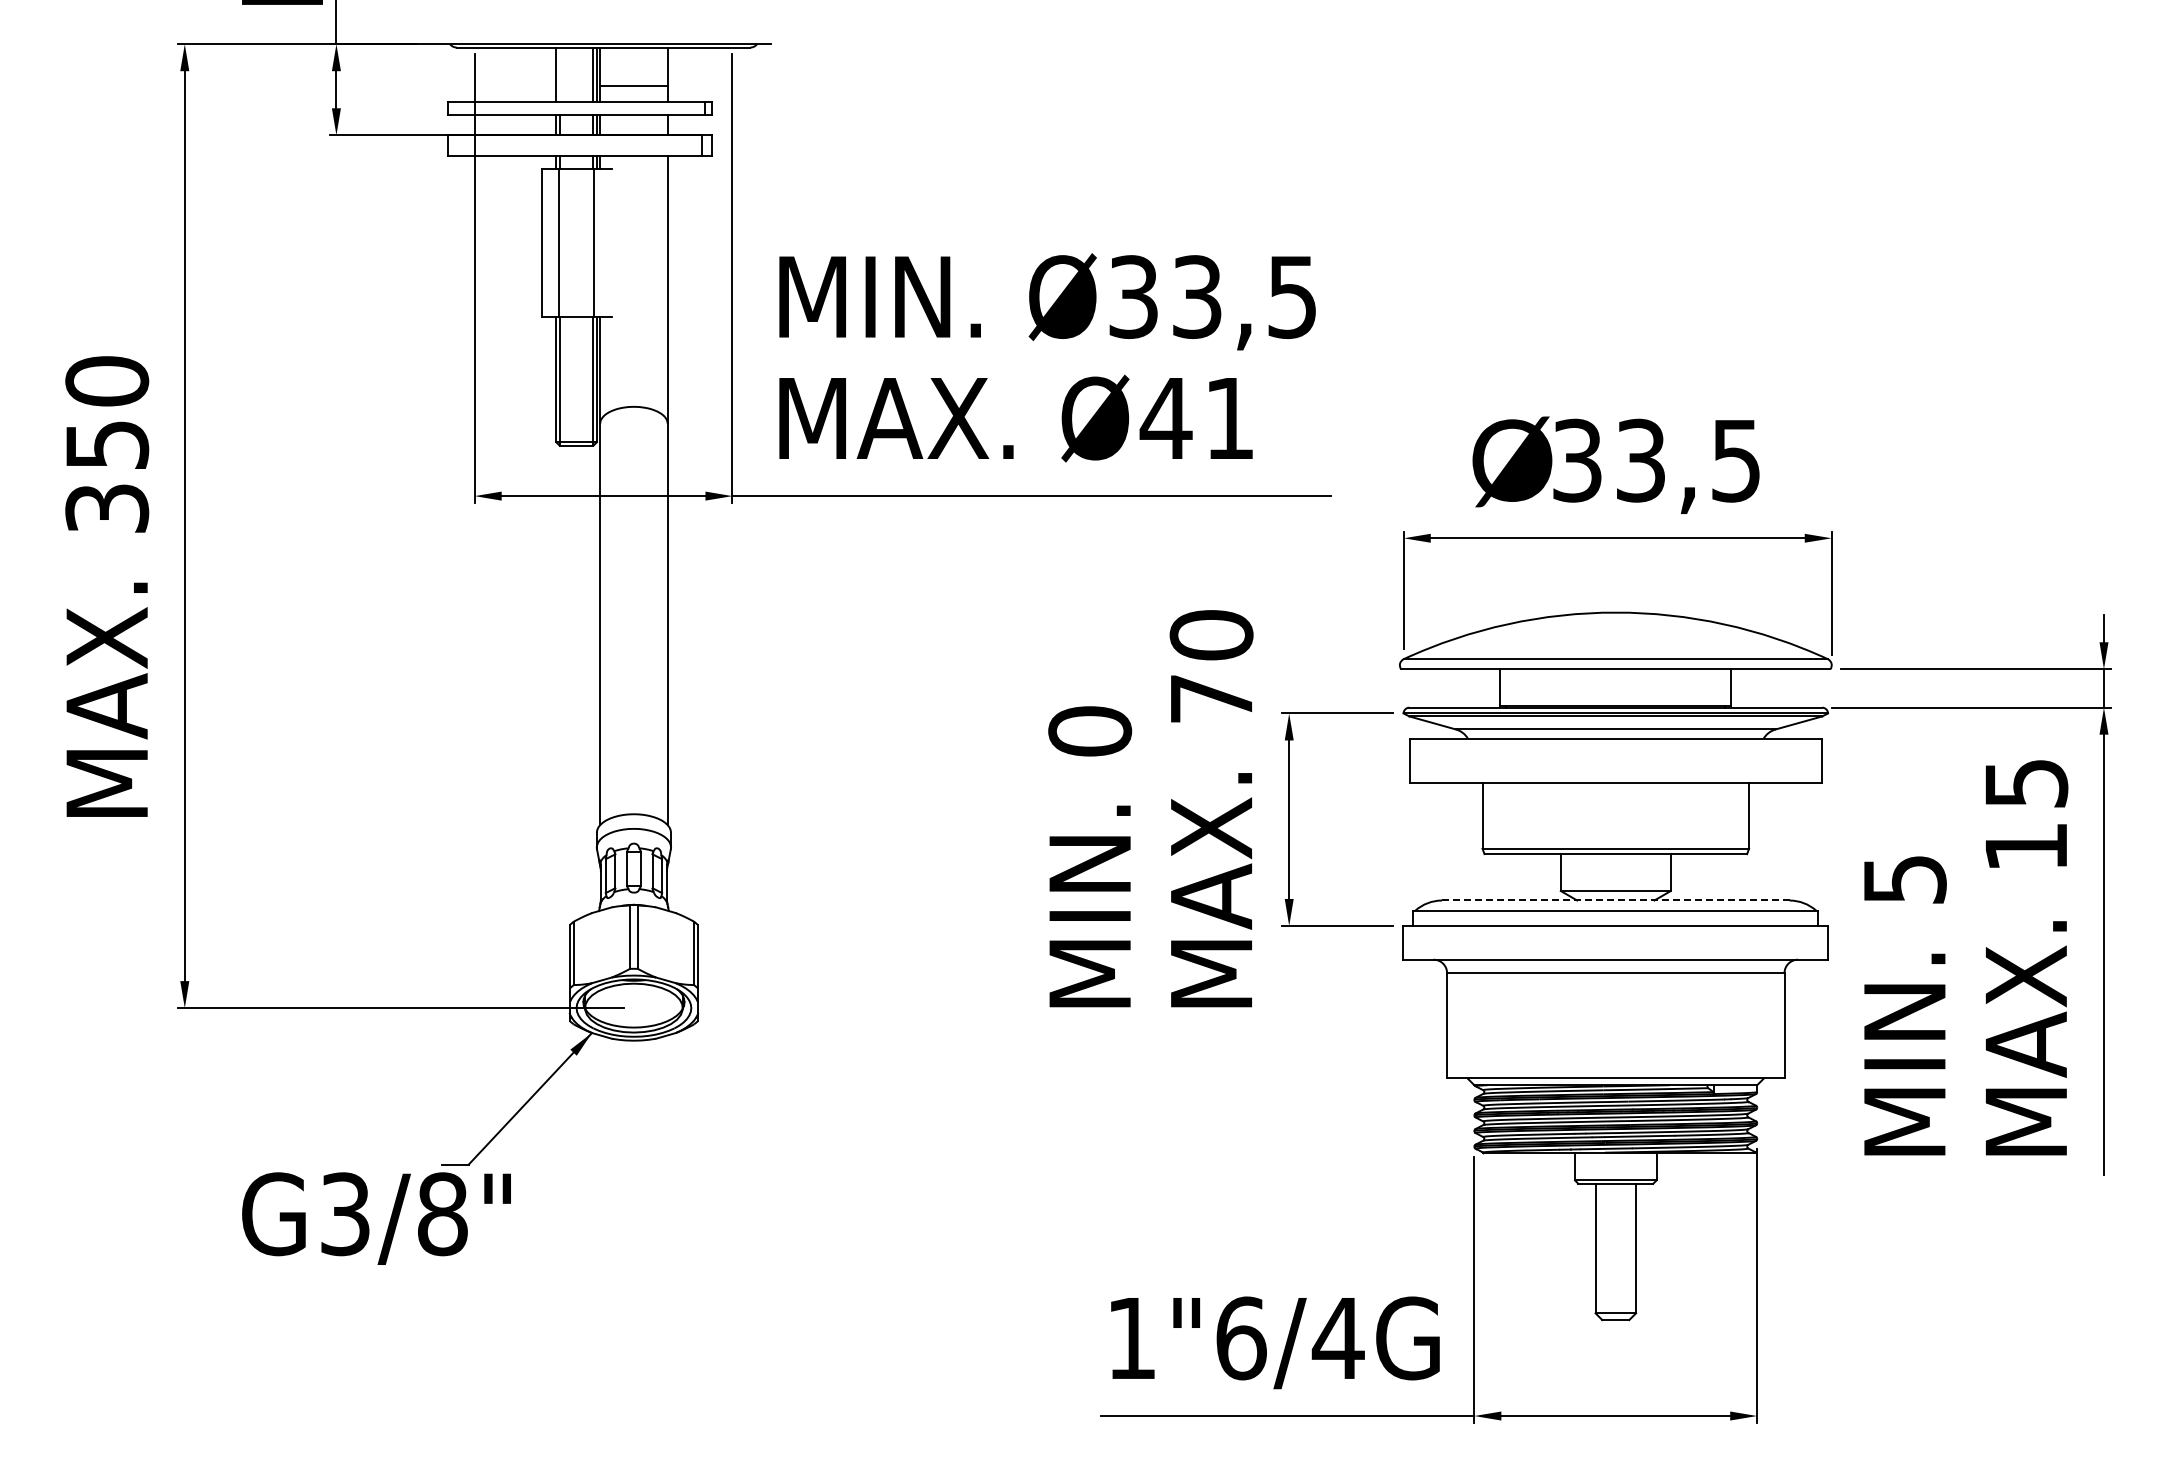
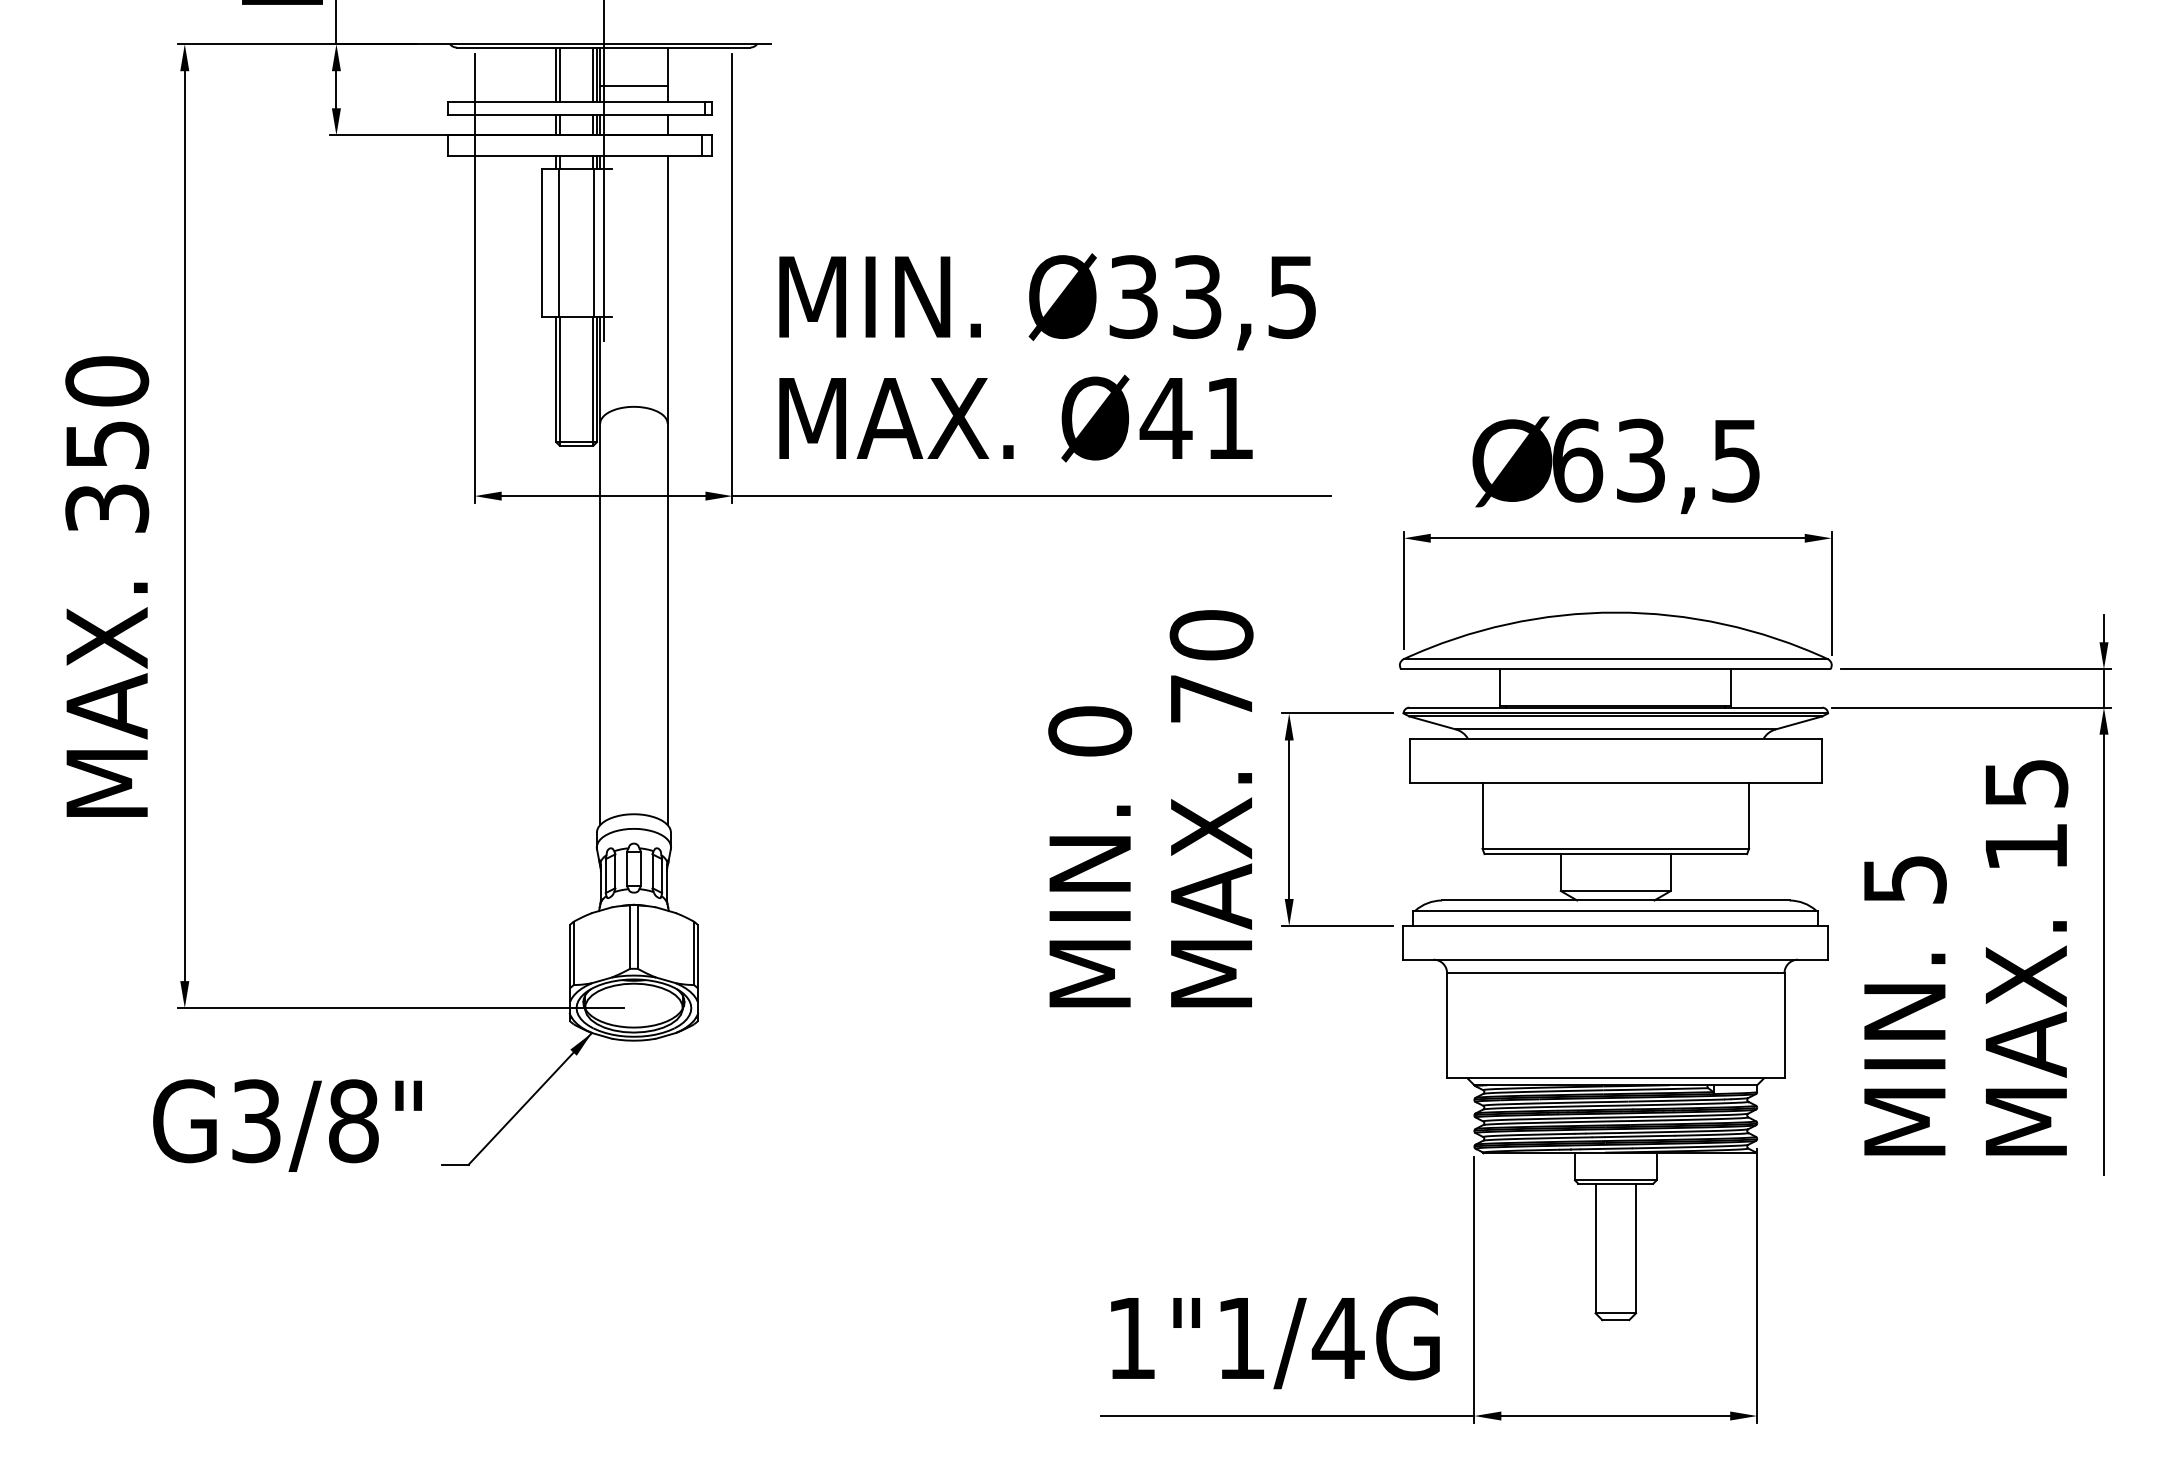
line at (559, 74): none -> present
line at (603, 171): none -> present
text at (1578, 460): 33,5 -> 63,5
line at (1615, 900): dashed -> solid
text at (376, 1218) position: (376, 1218) -> (287, 1125)
text at (1241, 1338): 1"6/4G -> 1"1/4G
